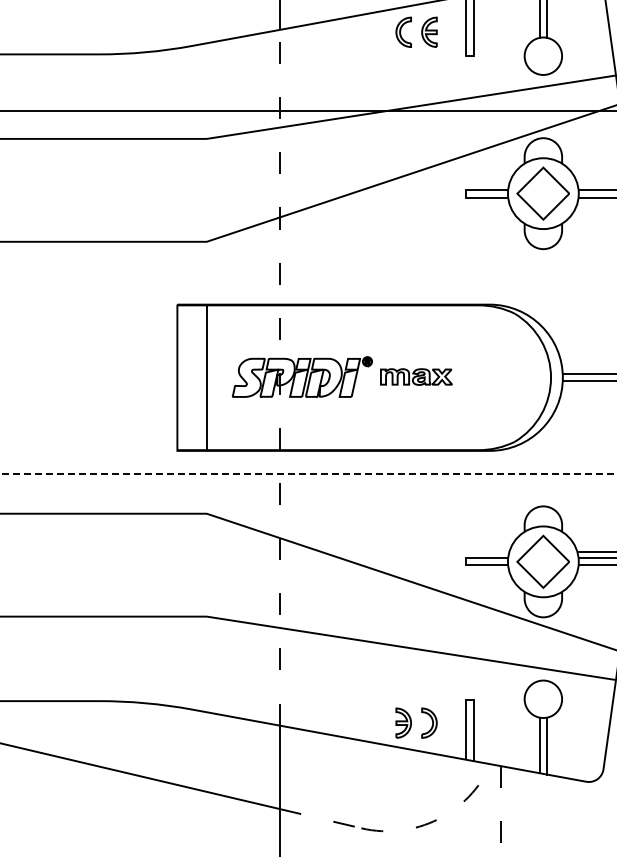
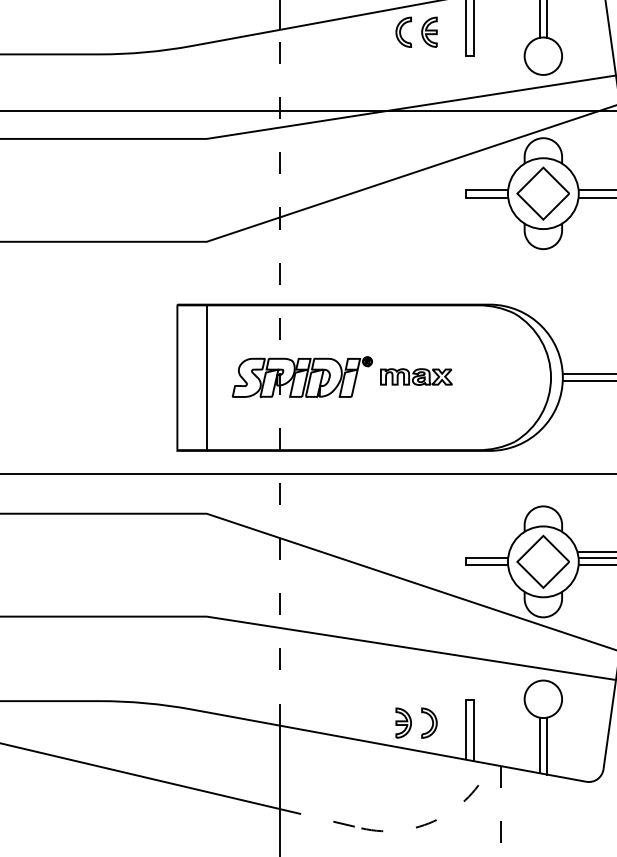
line at (308, 473): dashed -> solid
